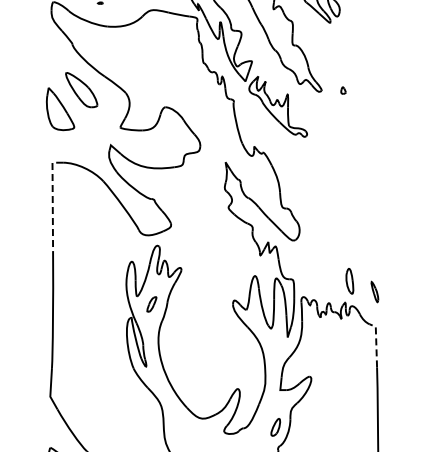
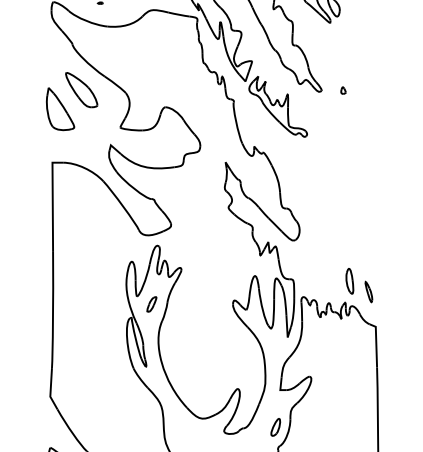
line at (52, 201): dashed -> solid
part at (374, 291) position: (374, 291) -> (368, 291)
line at (376, 342): dashed -> solid
